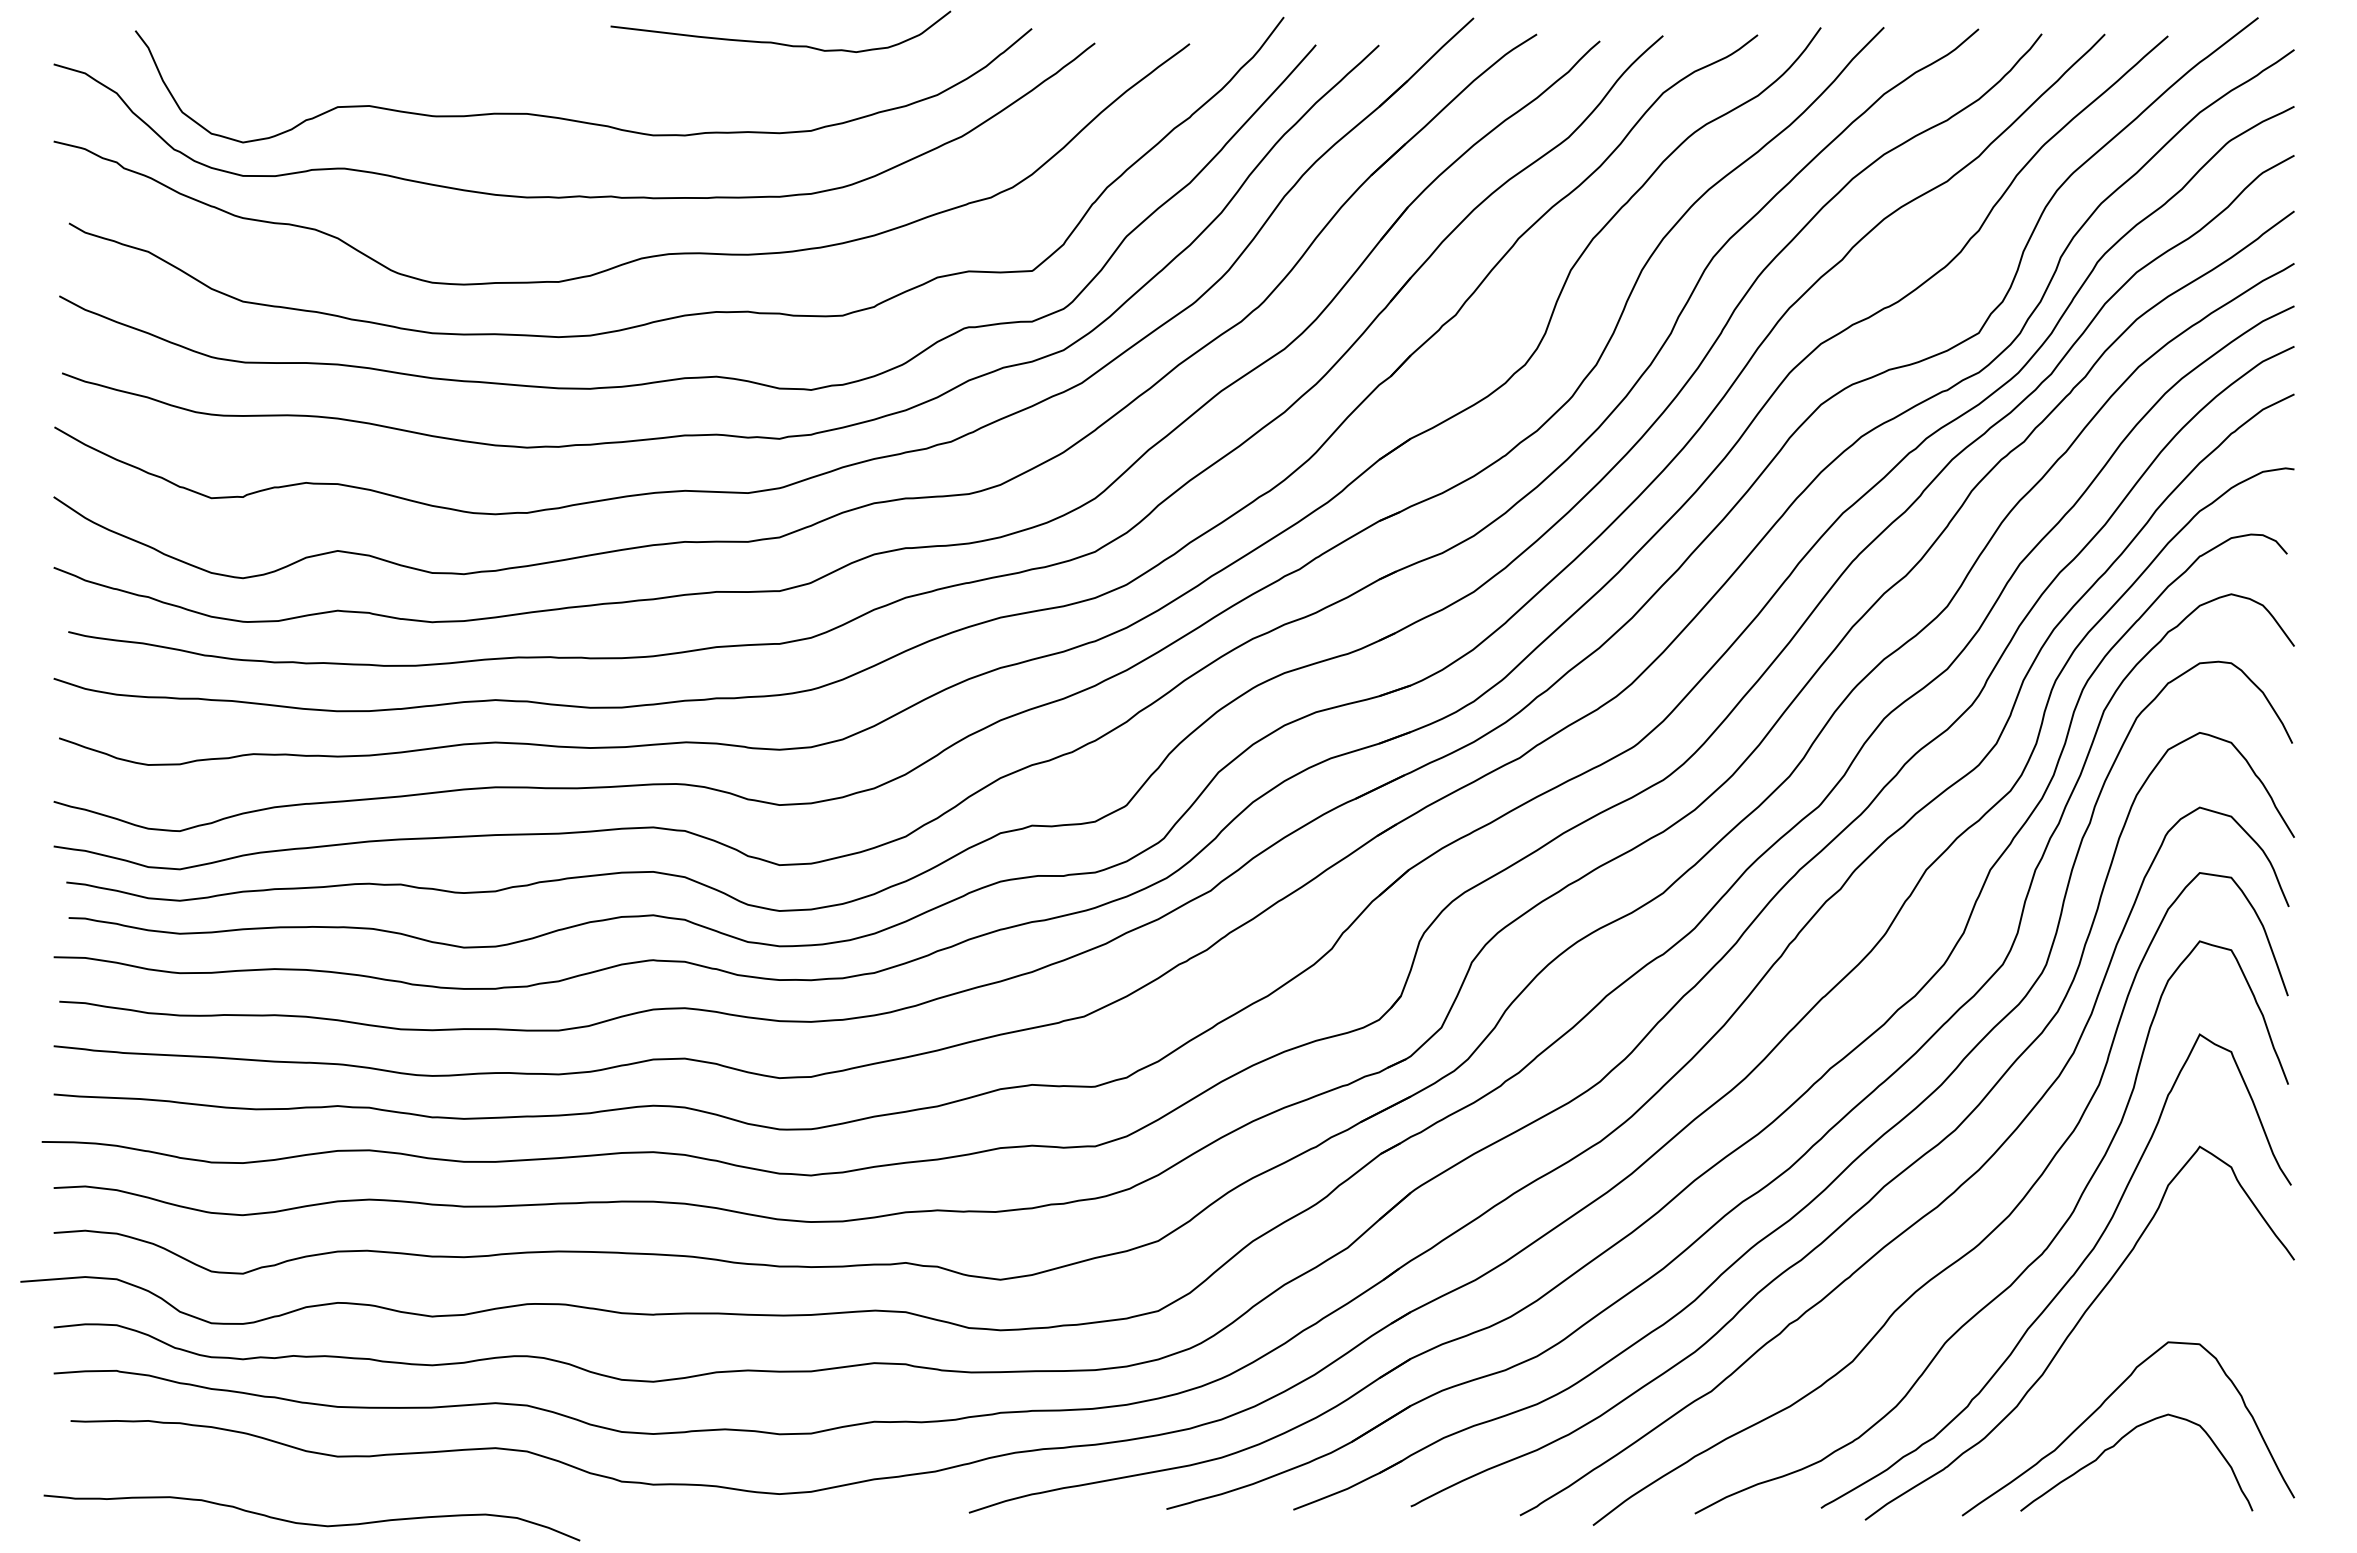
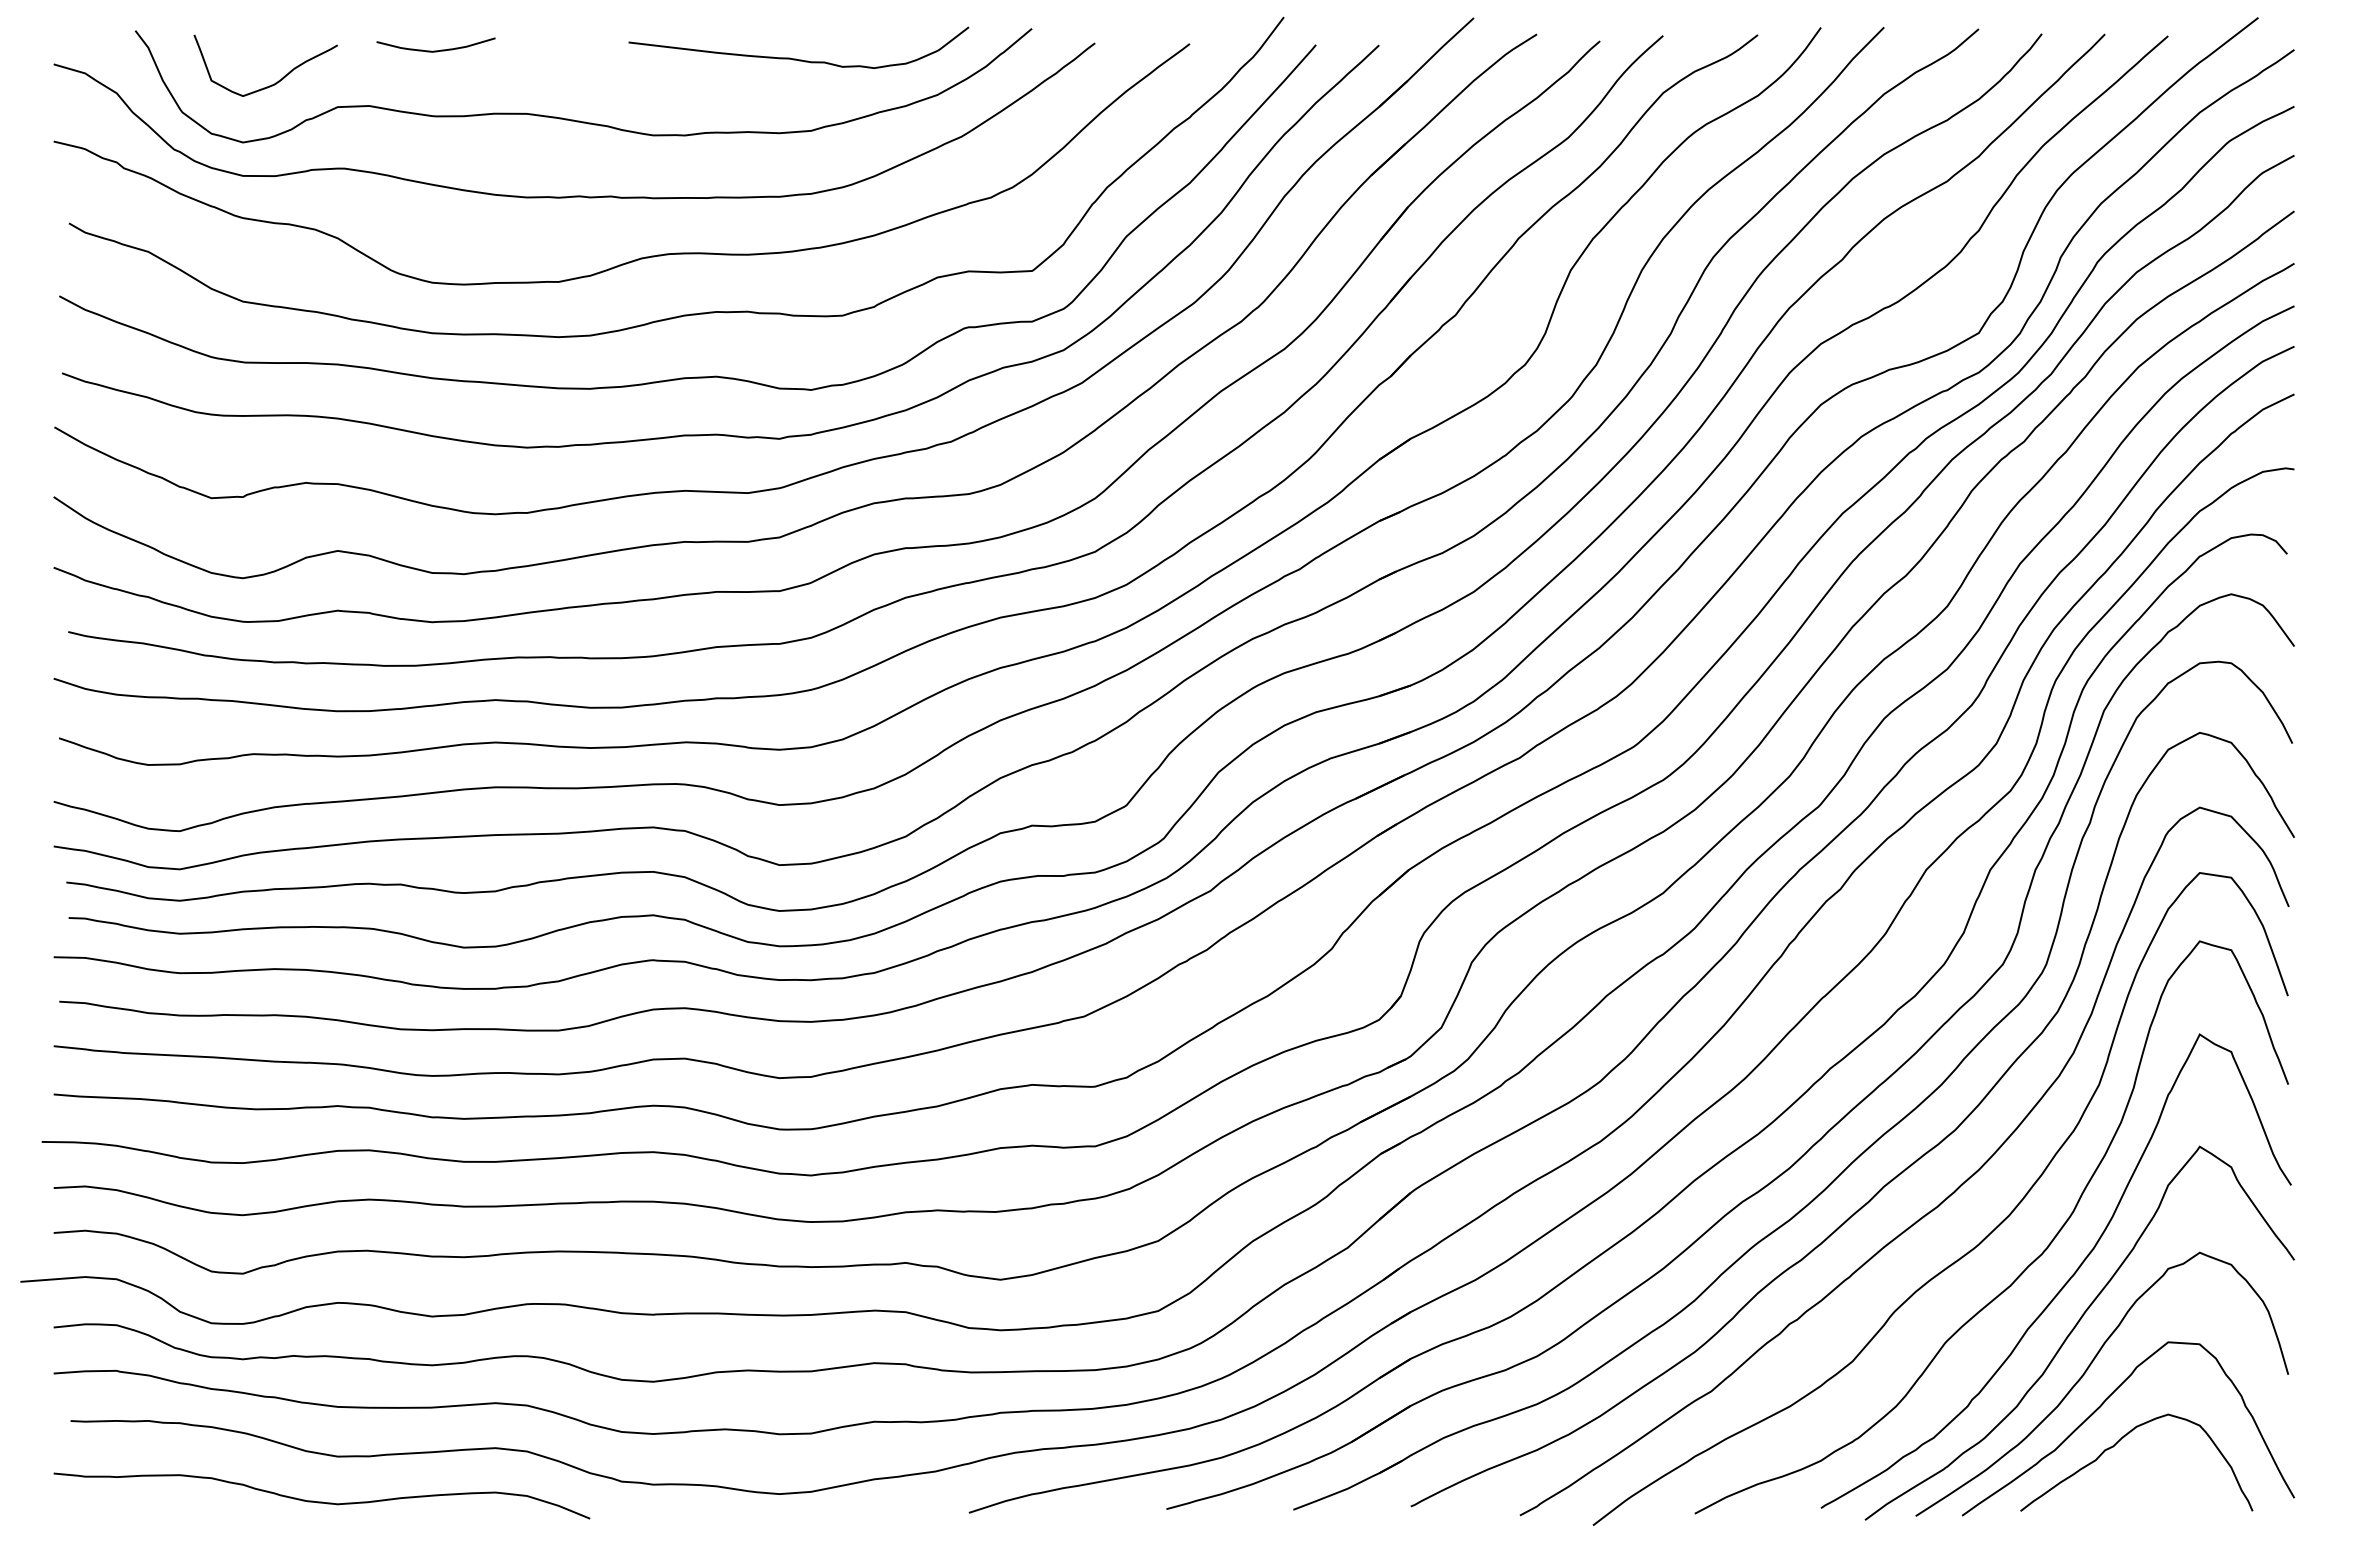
curve at (778, 42) position: (778, 42) -> (796, 58)
curve at (435, 50): none -> present
curve at (275, 82): none -> present
curve at (2086, 1372): none -> present
curve at (311, 1523) position: (311, 1523) -> (321, 1501)
